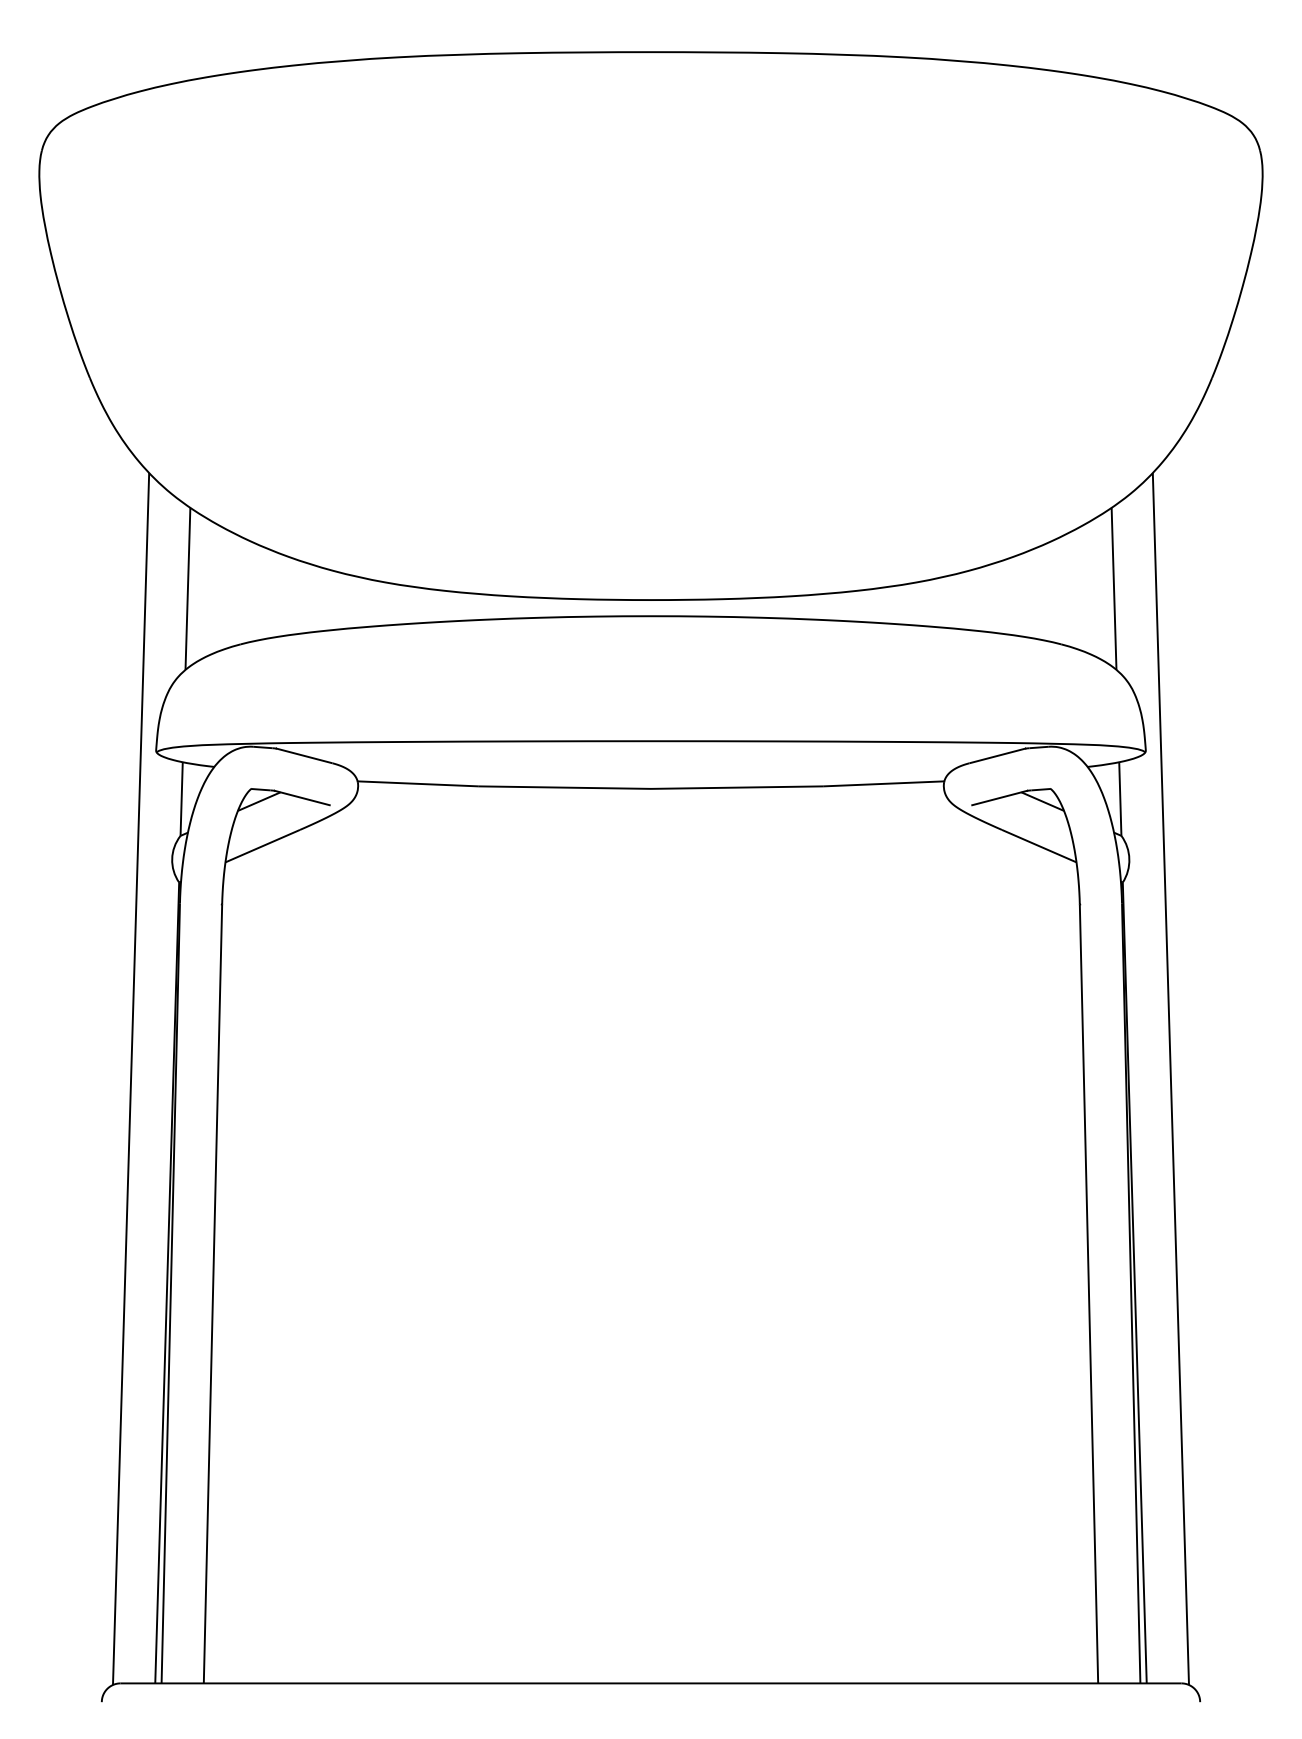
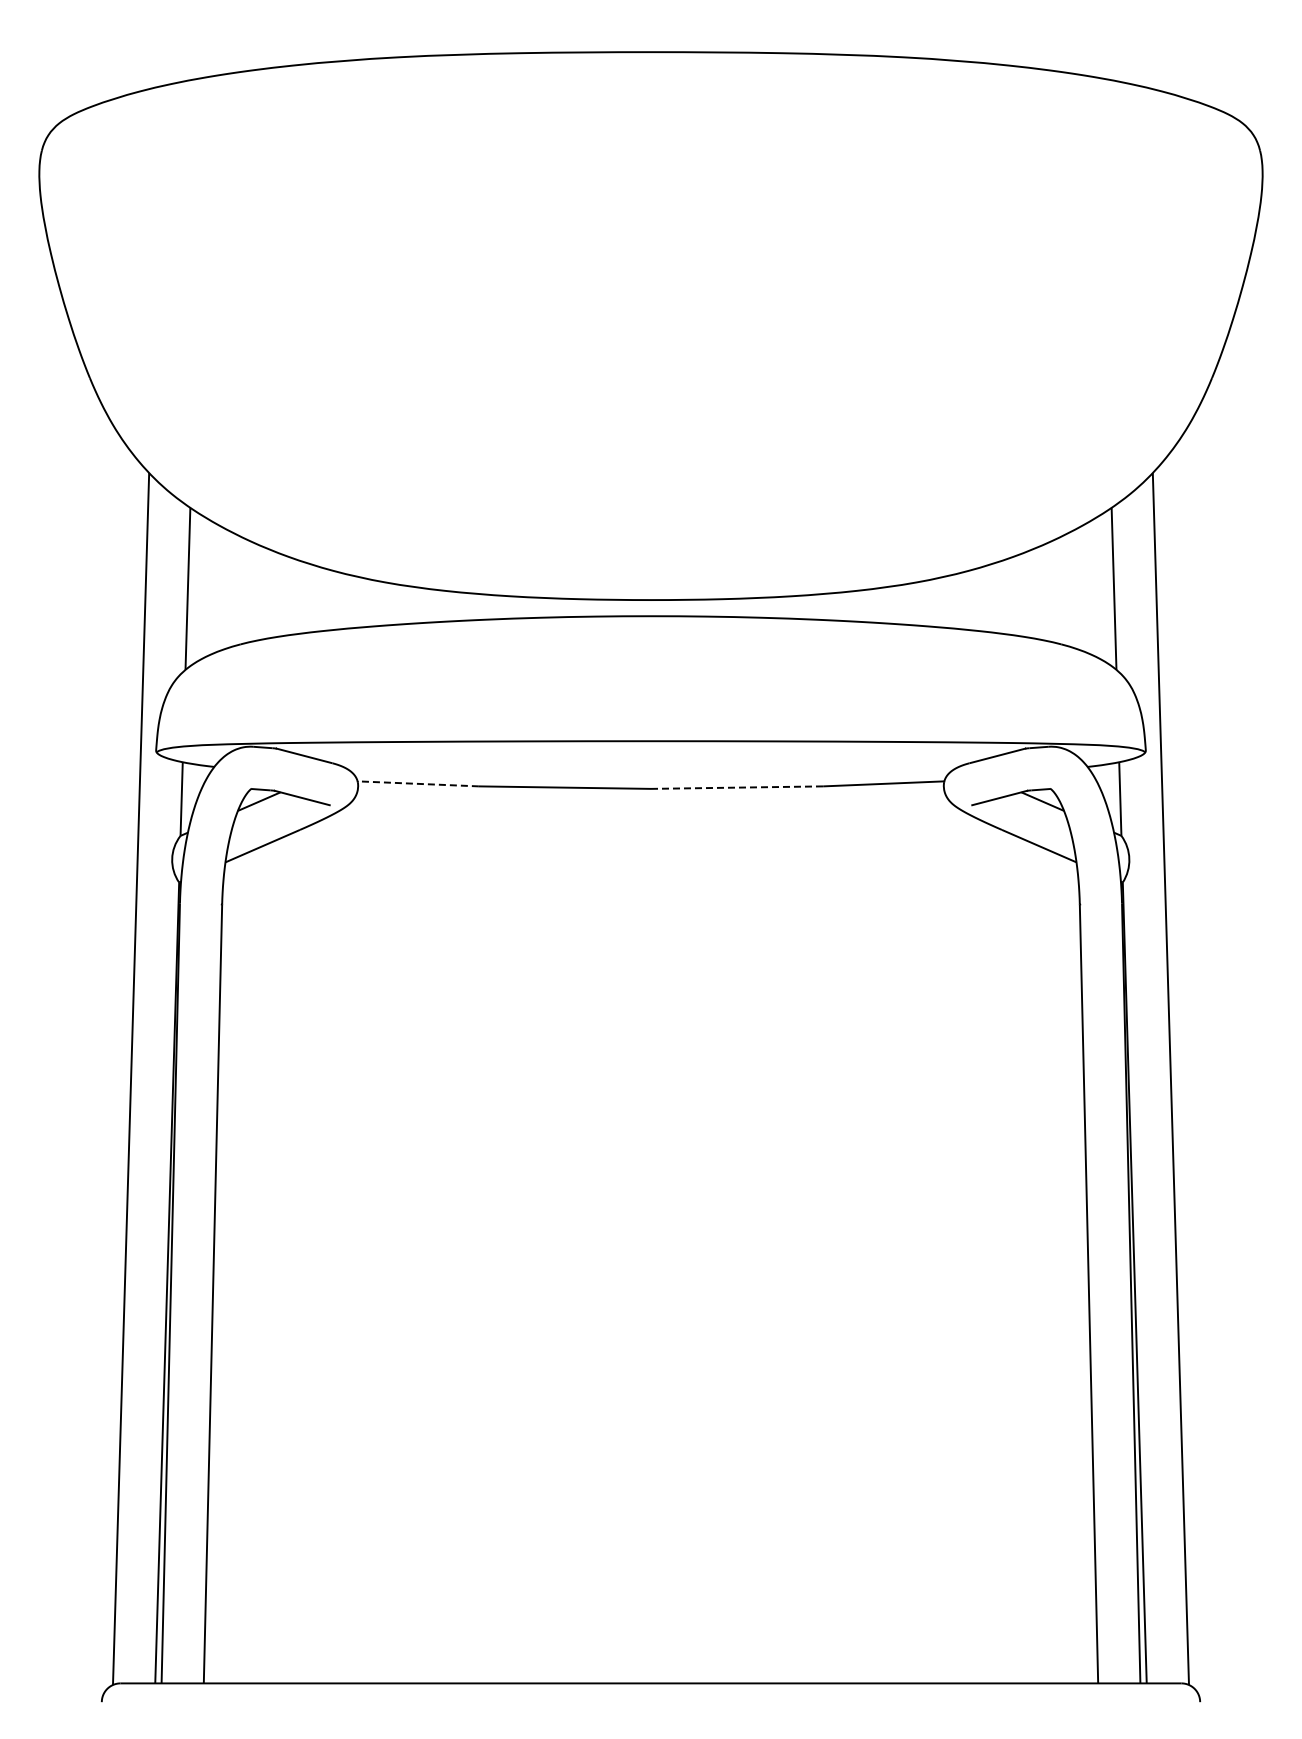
line at (418, 783): solid -> dashed
line at (737, 787): solid -> dashed
